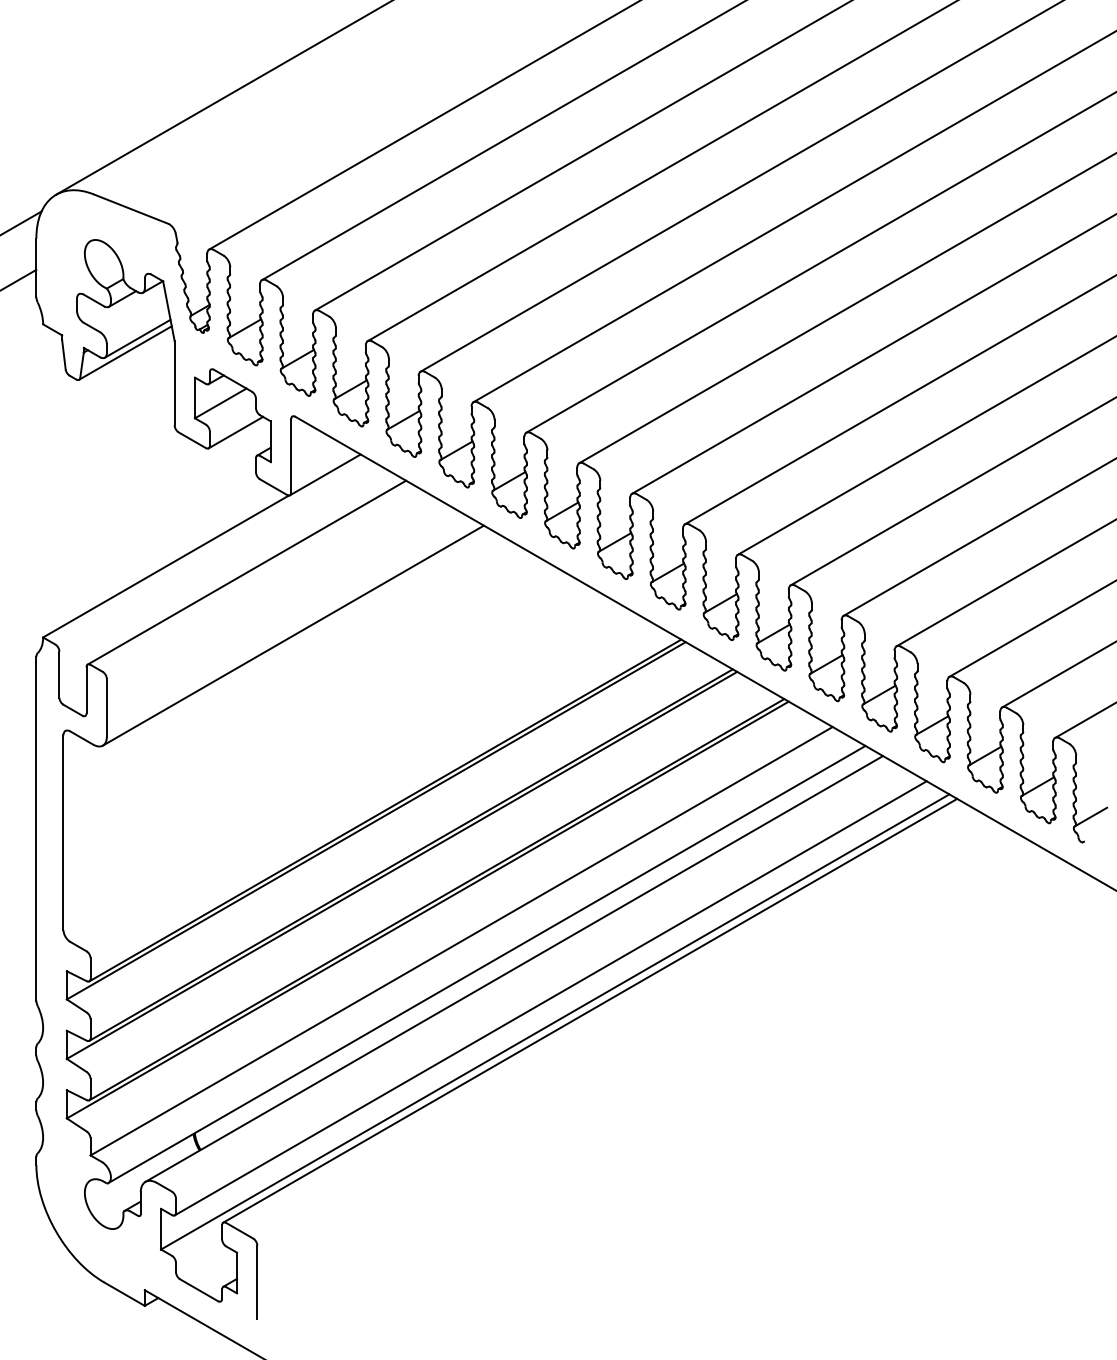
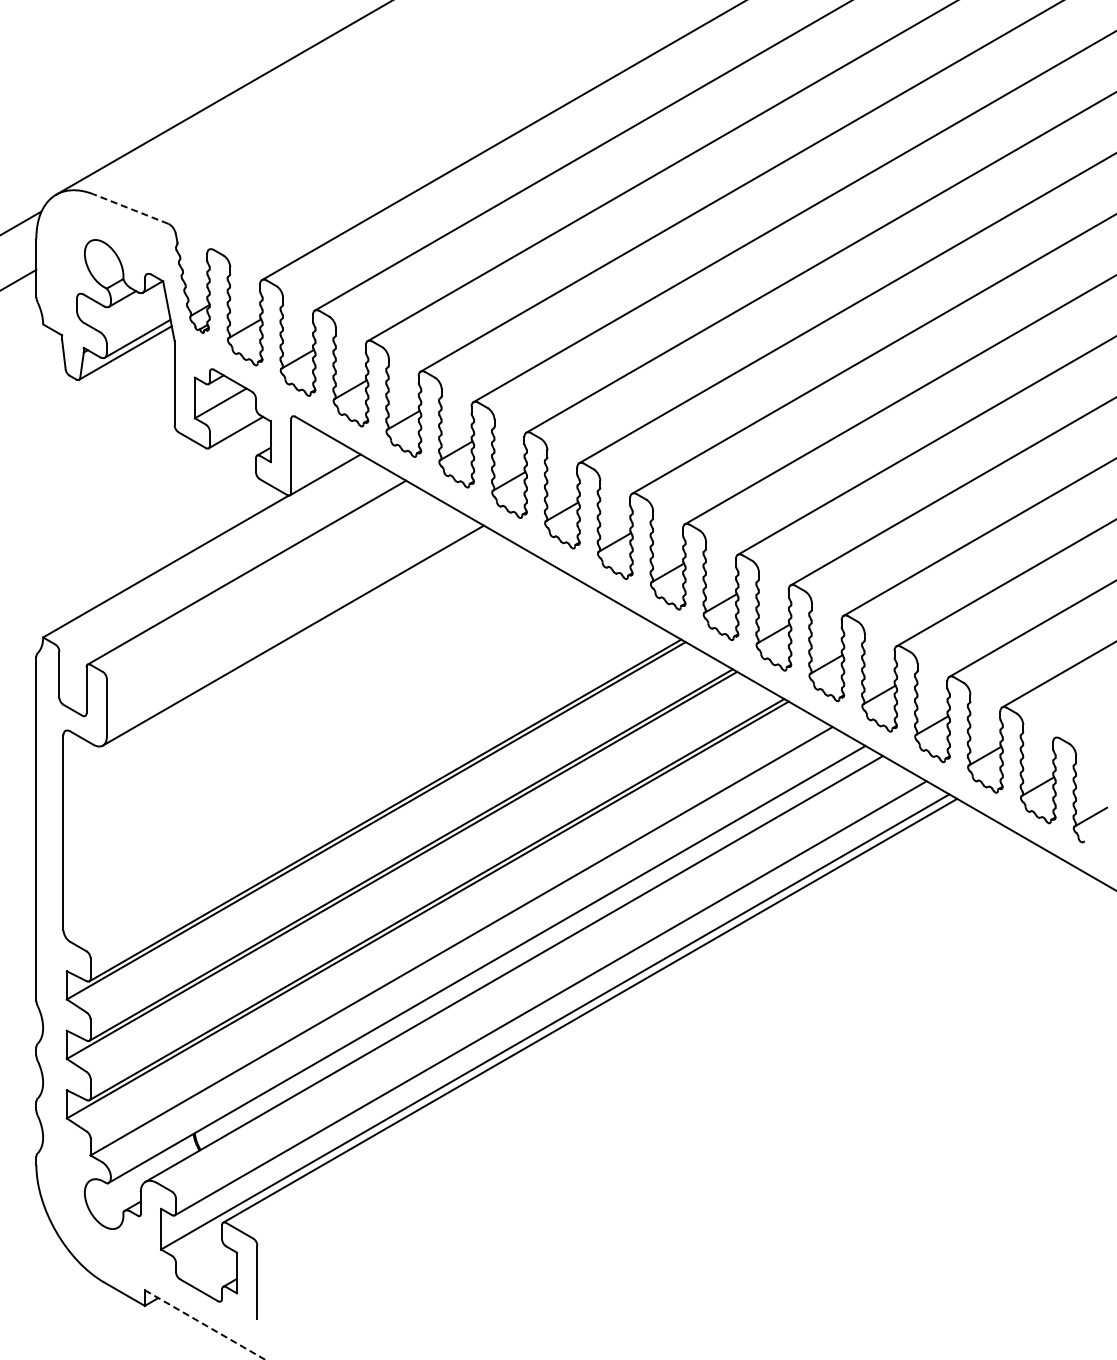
line at (423, 125): present -> none
line at (130, 208): solid -> dashed
line at (1084, 720): present -> none
line at (205, 1325): solid -> dashed
